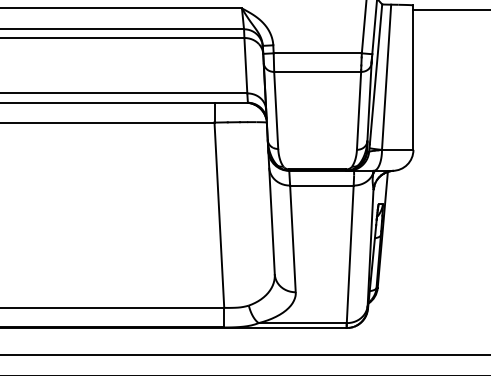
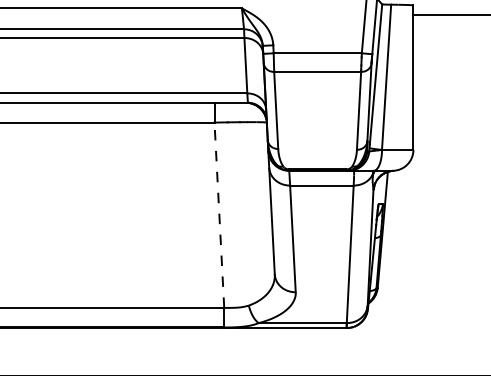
line at (450, 9) position: (450, 9) -> (450, 14)
line at (219, 215): solid -> dashed
line at (244, 354): present -> none
